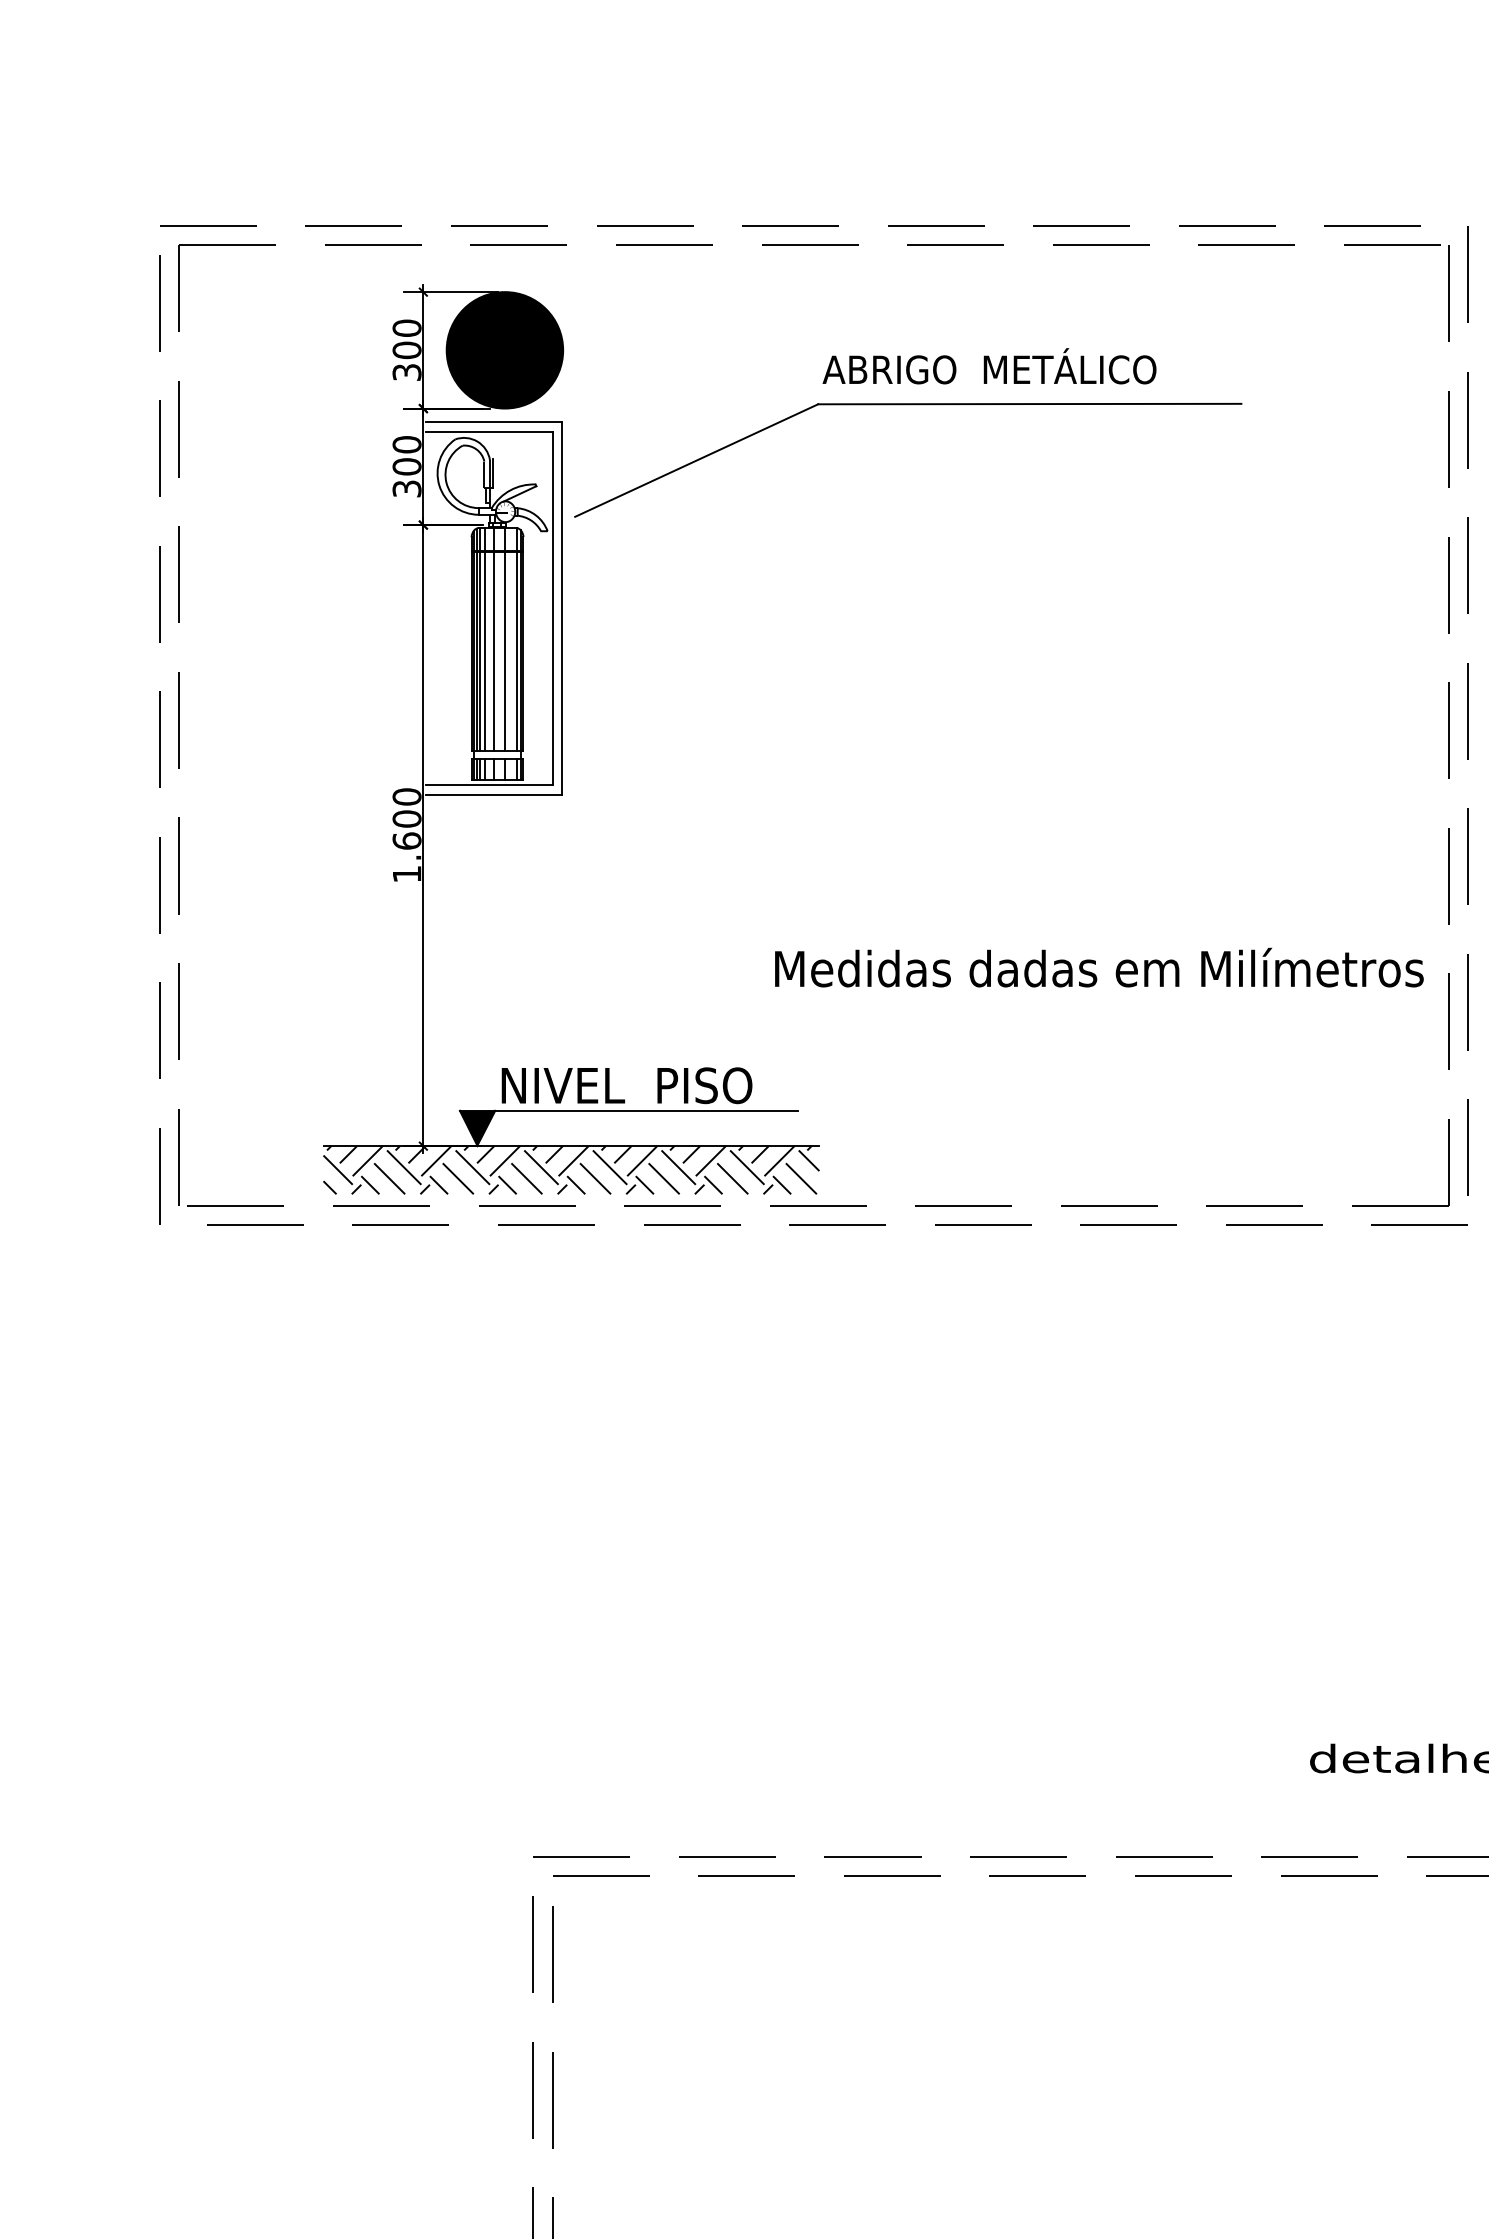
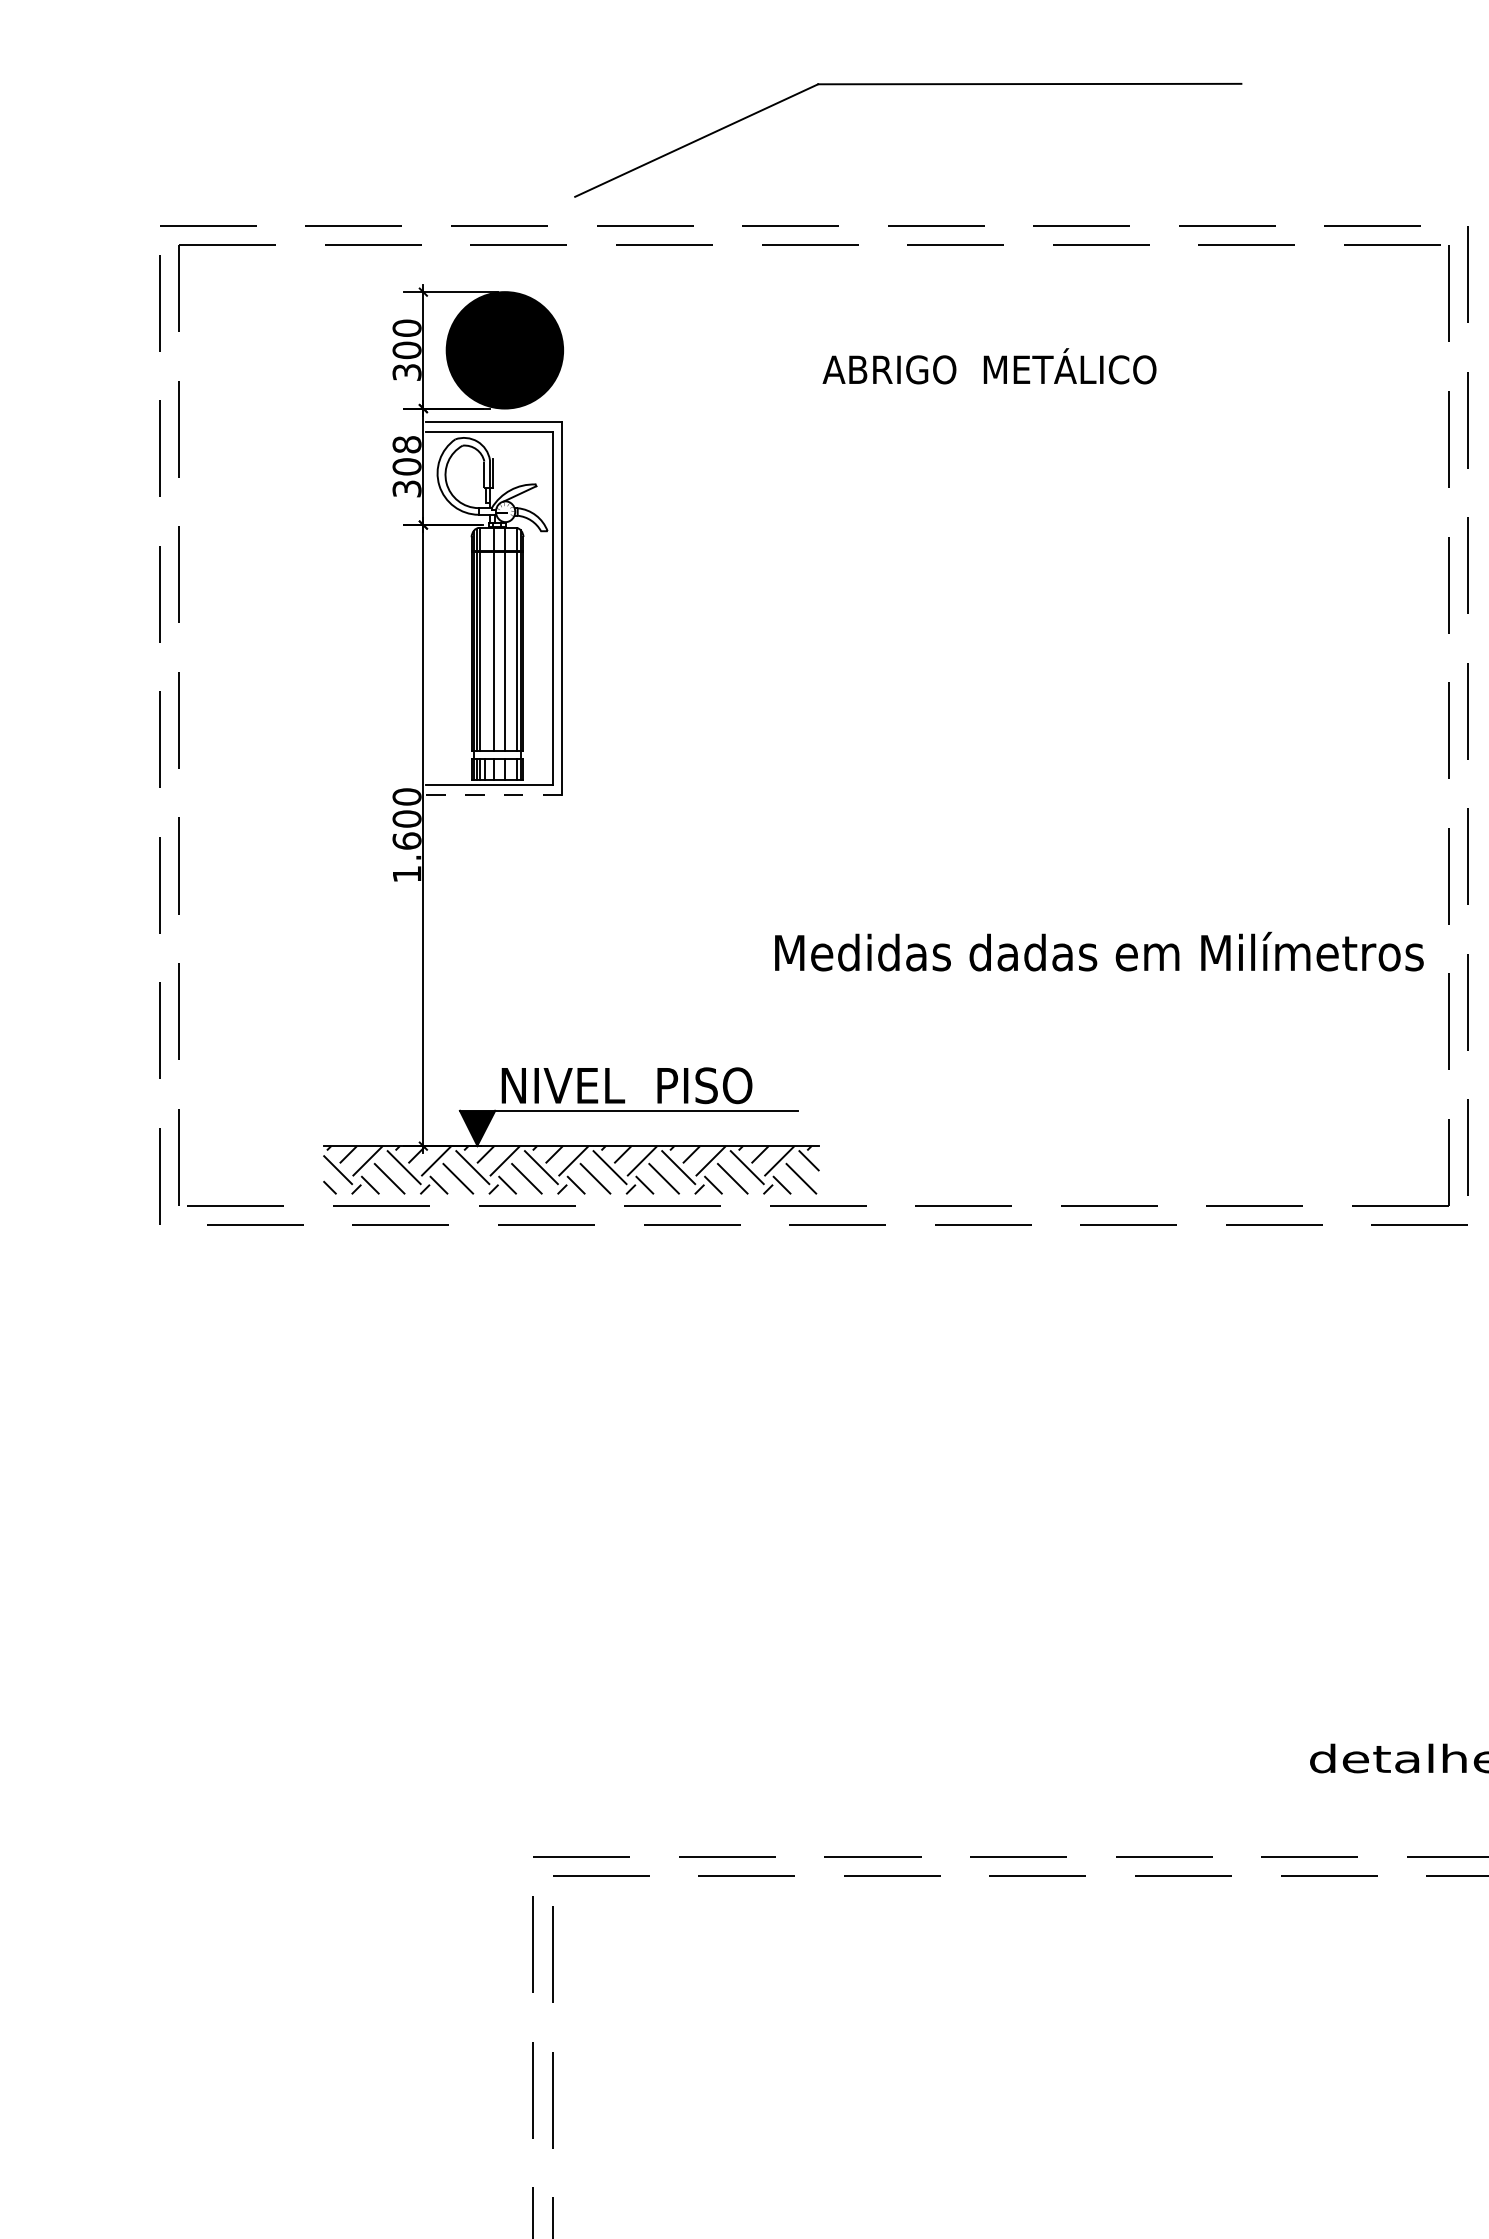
part at (908, 405) position: (908, 405) -> (908, 85)
text at (407, 444): 300 -> 308
line at (485, 639): present -> none
line at (493, 794): solid -> dashed
text at (1099, 967) position: (1099, 967) -> (1099, 951)
